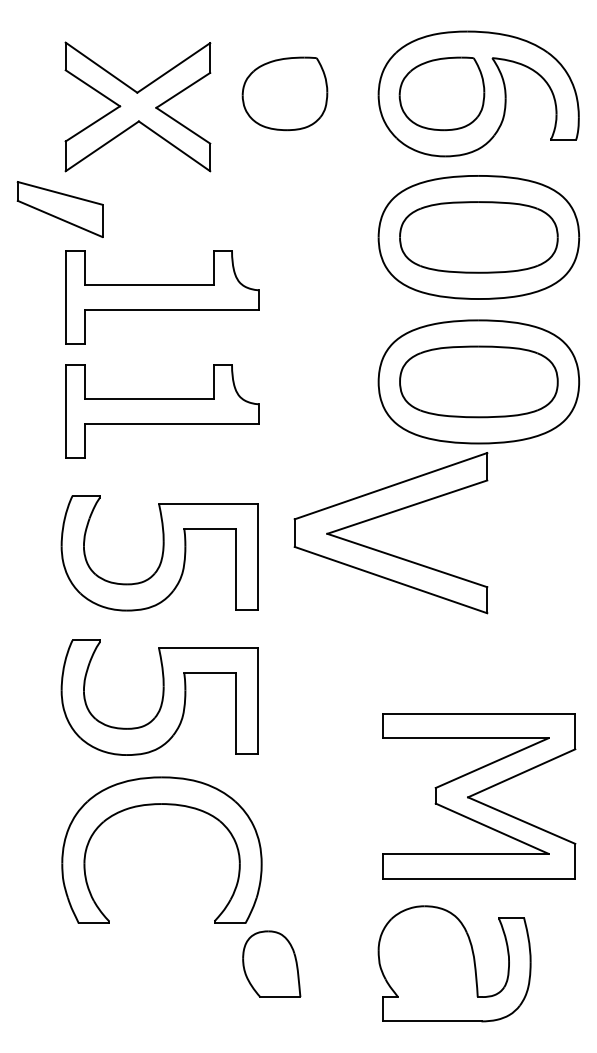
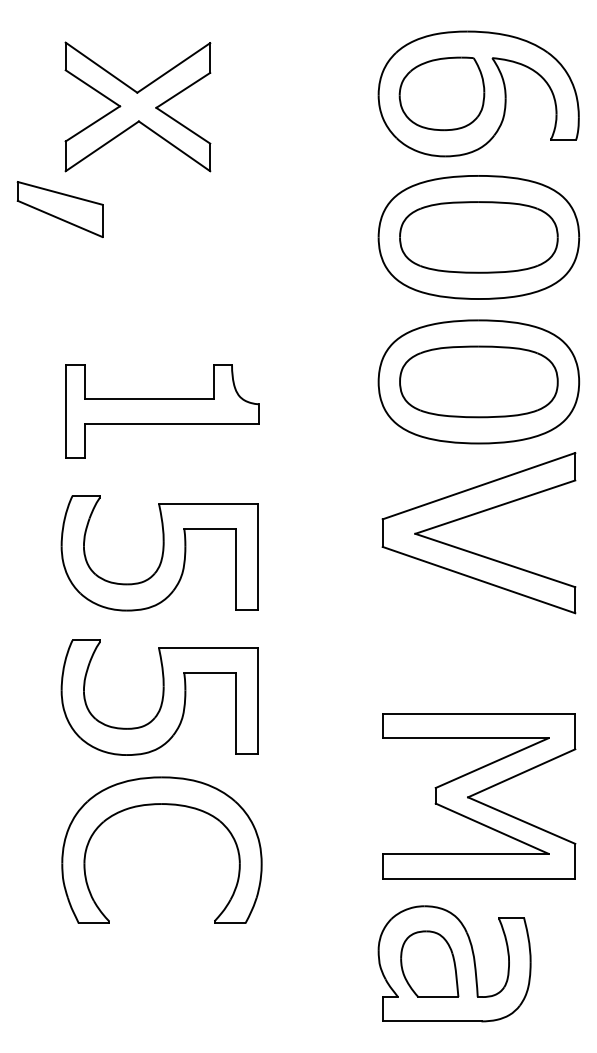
part at (284, 93): present -> none
part at (162, 297): present -> none
part at (385, 515) position: (385, 515) -> (473, 515)
part at (271, 963) position: (271, 963) -> (429, 963)
